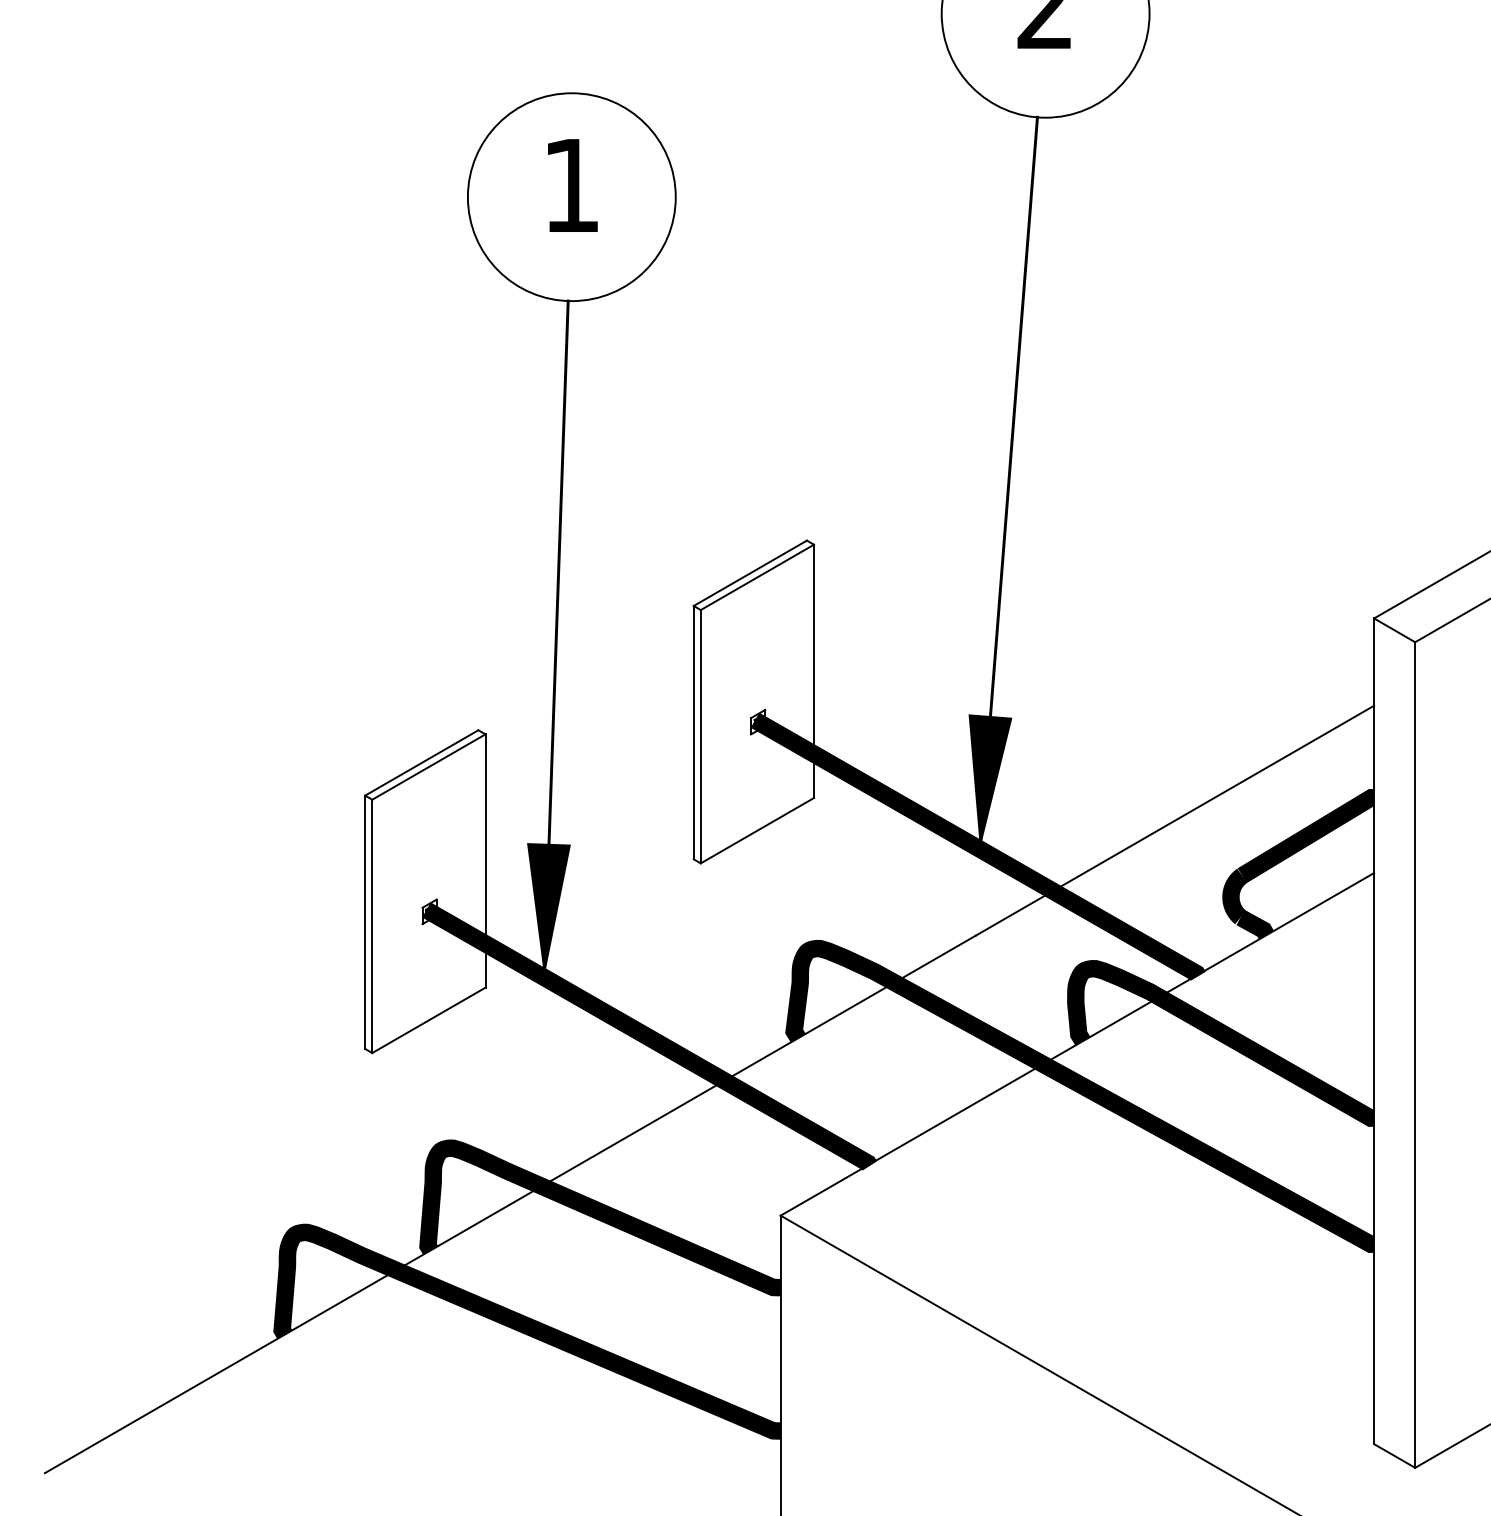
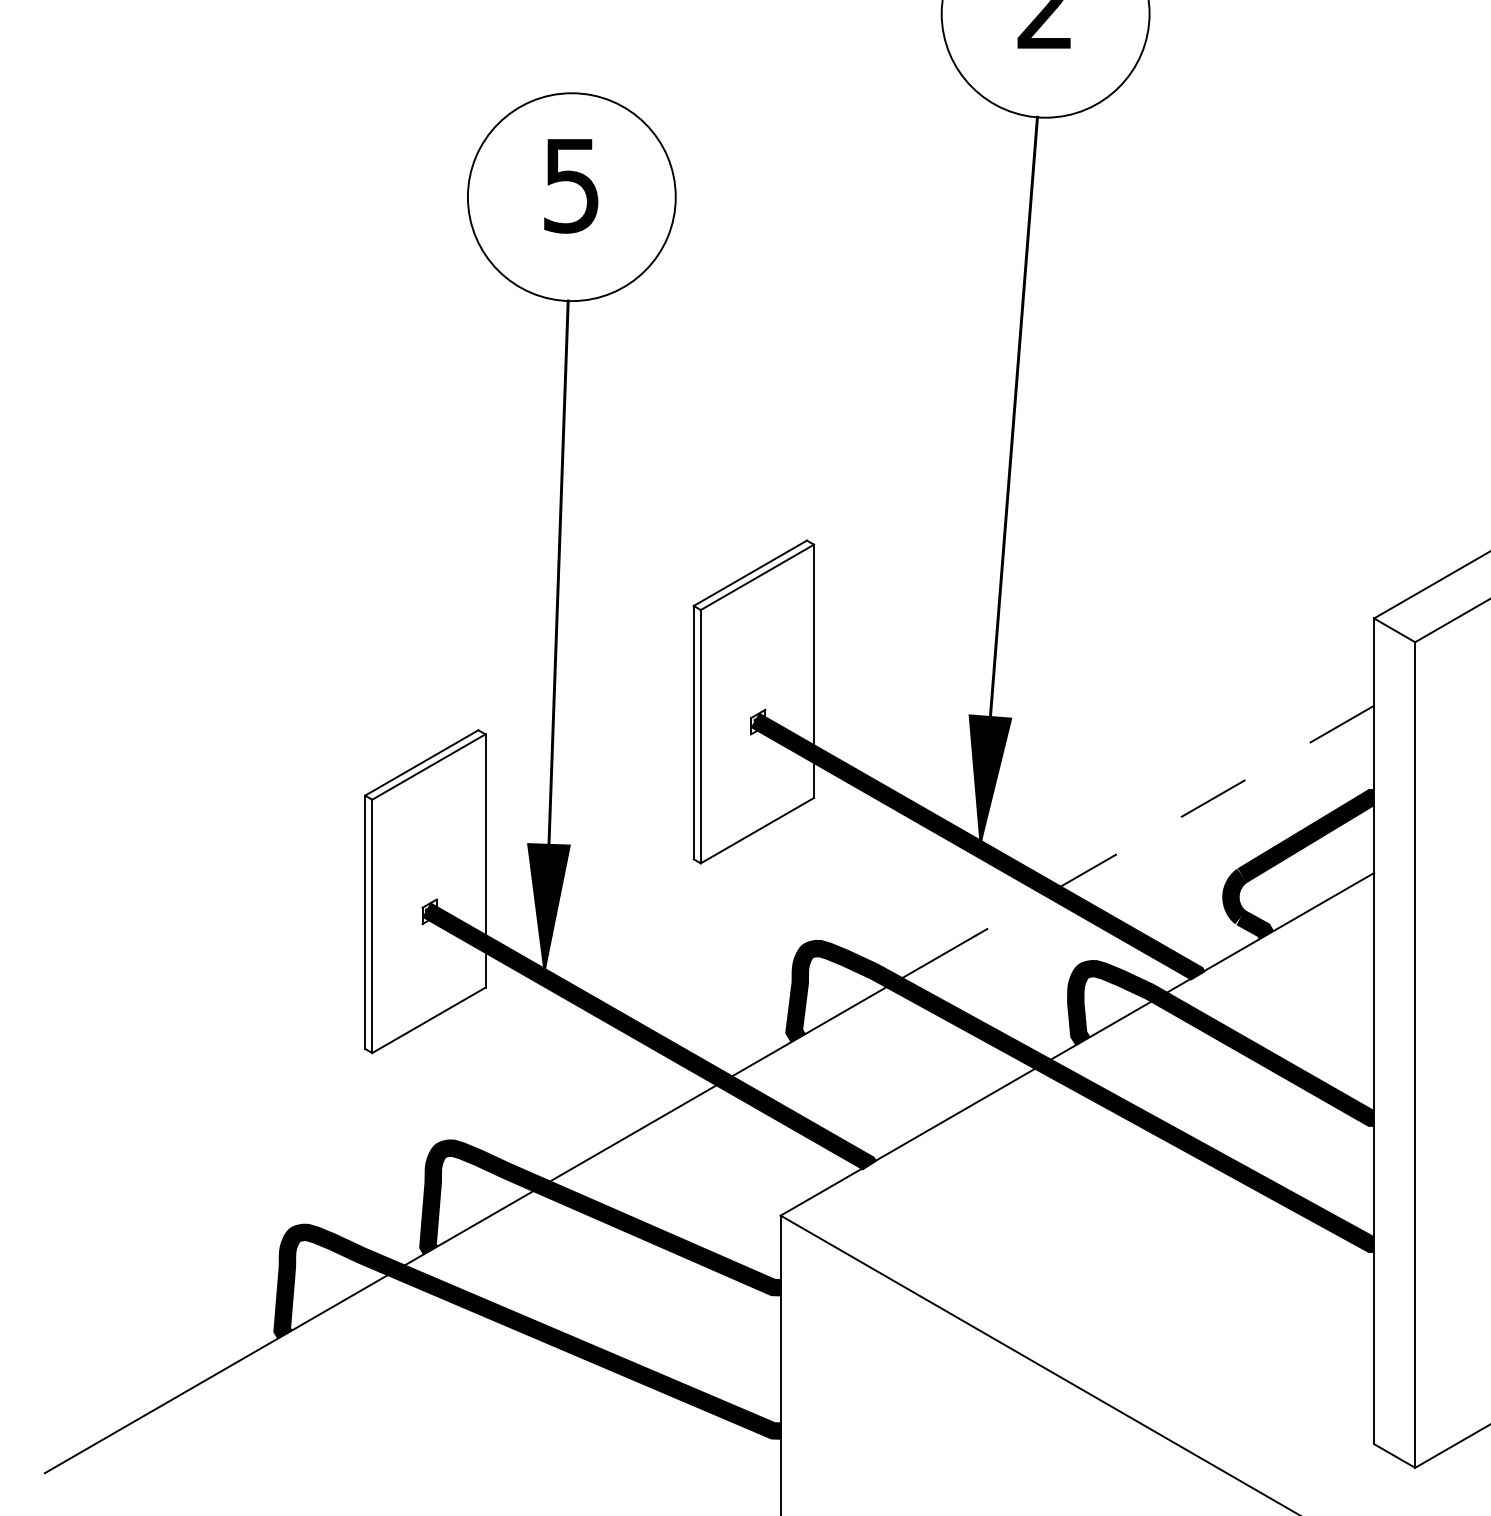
text at (571, 186): 1 -> 5
line at (1174, 820): solid -> dashed
